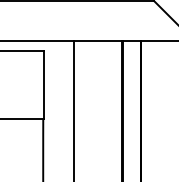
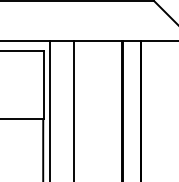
line at (50, 109): none -> present
